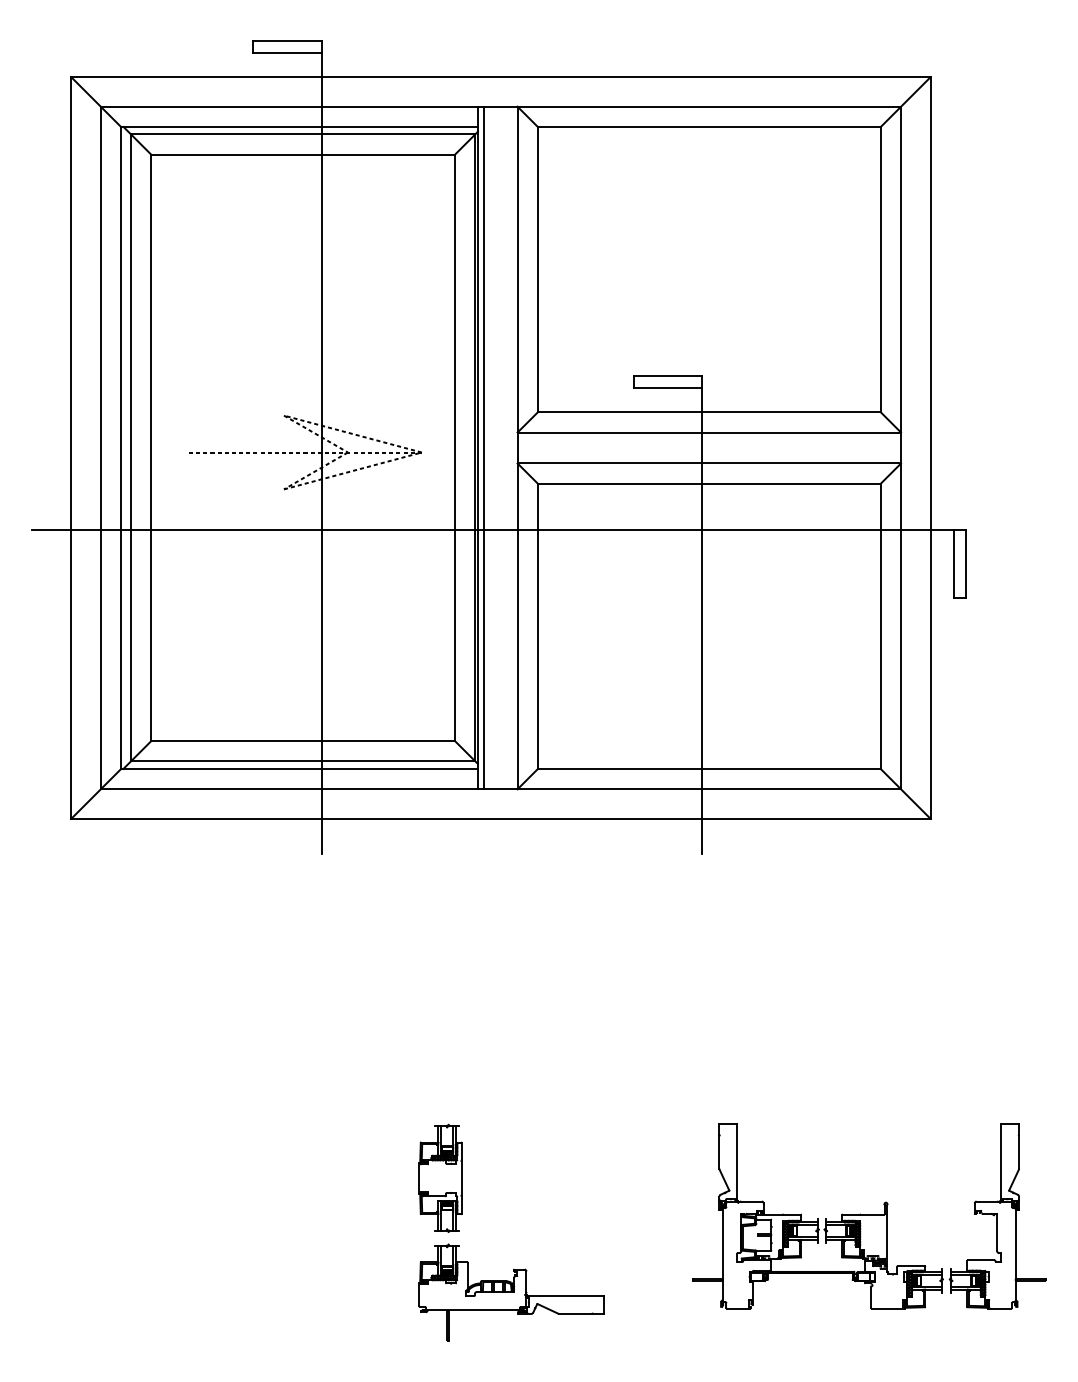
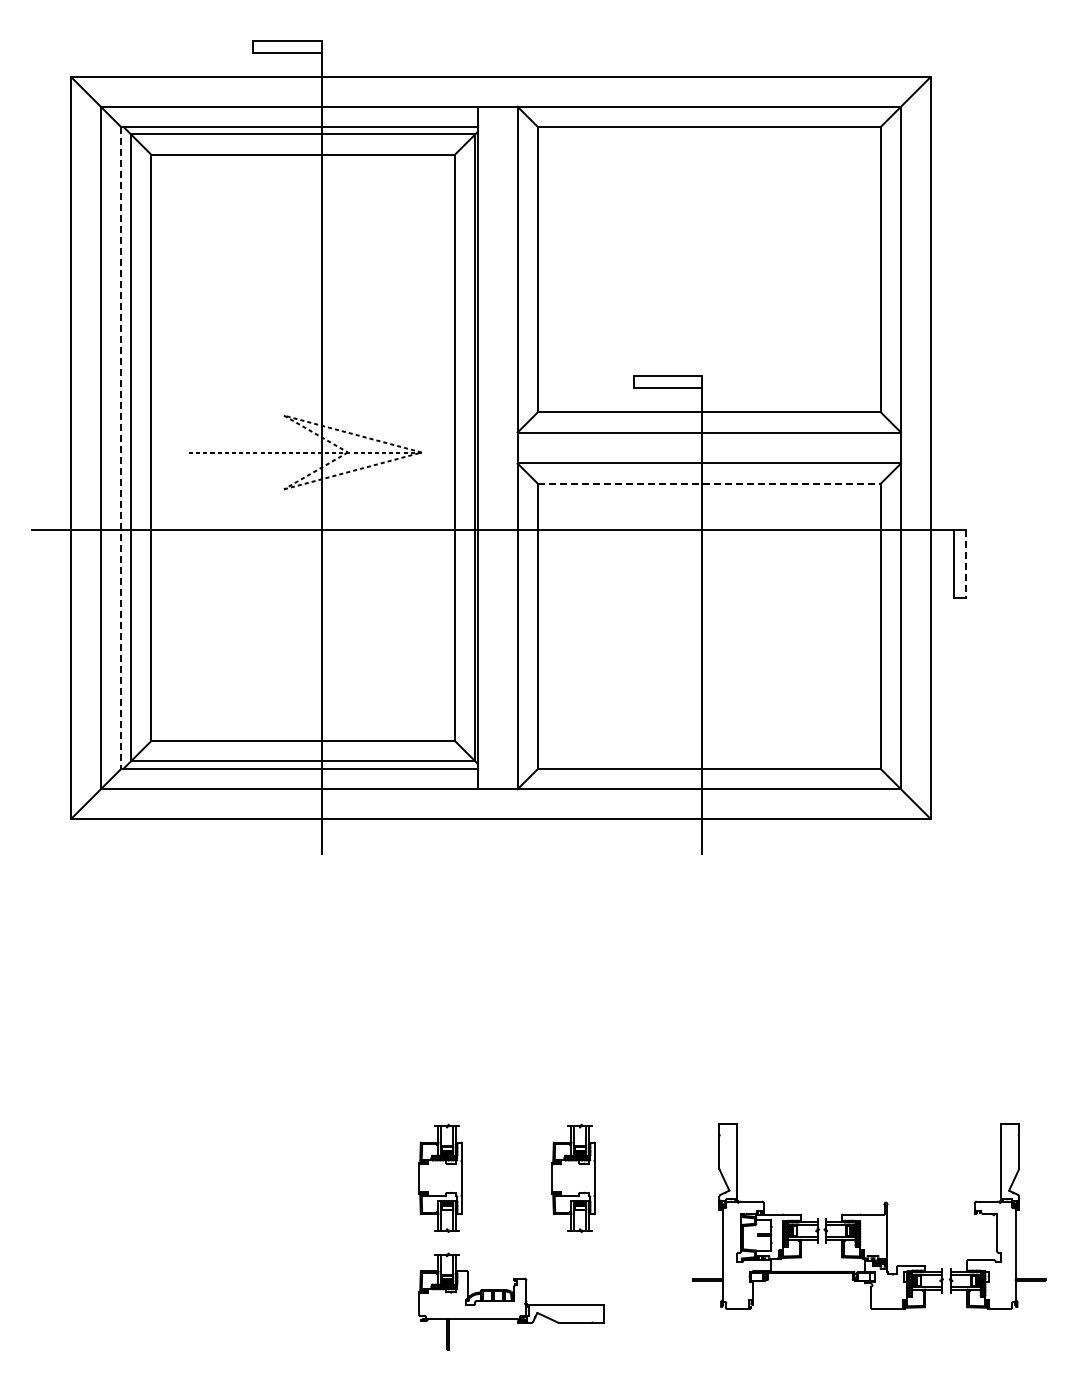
line at (484, 447): present -> none
line at (121, 448): solid -> dashed
line at (709, 483): solid -> dashed
line at (966, 564): solid -> dashed
part at (573, 1177): none -> present
part at (511, 1292) position: (511, 1292) -> (511, 1301)
